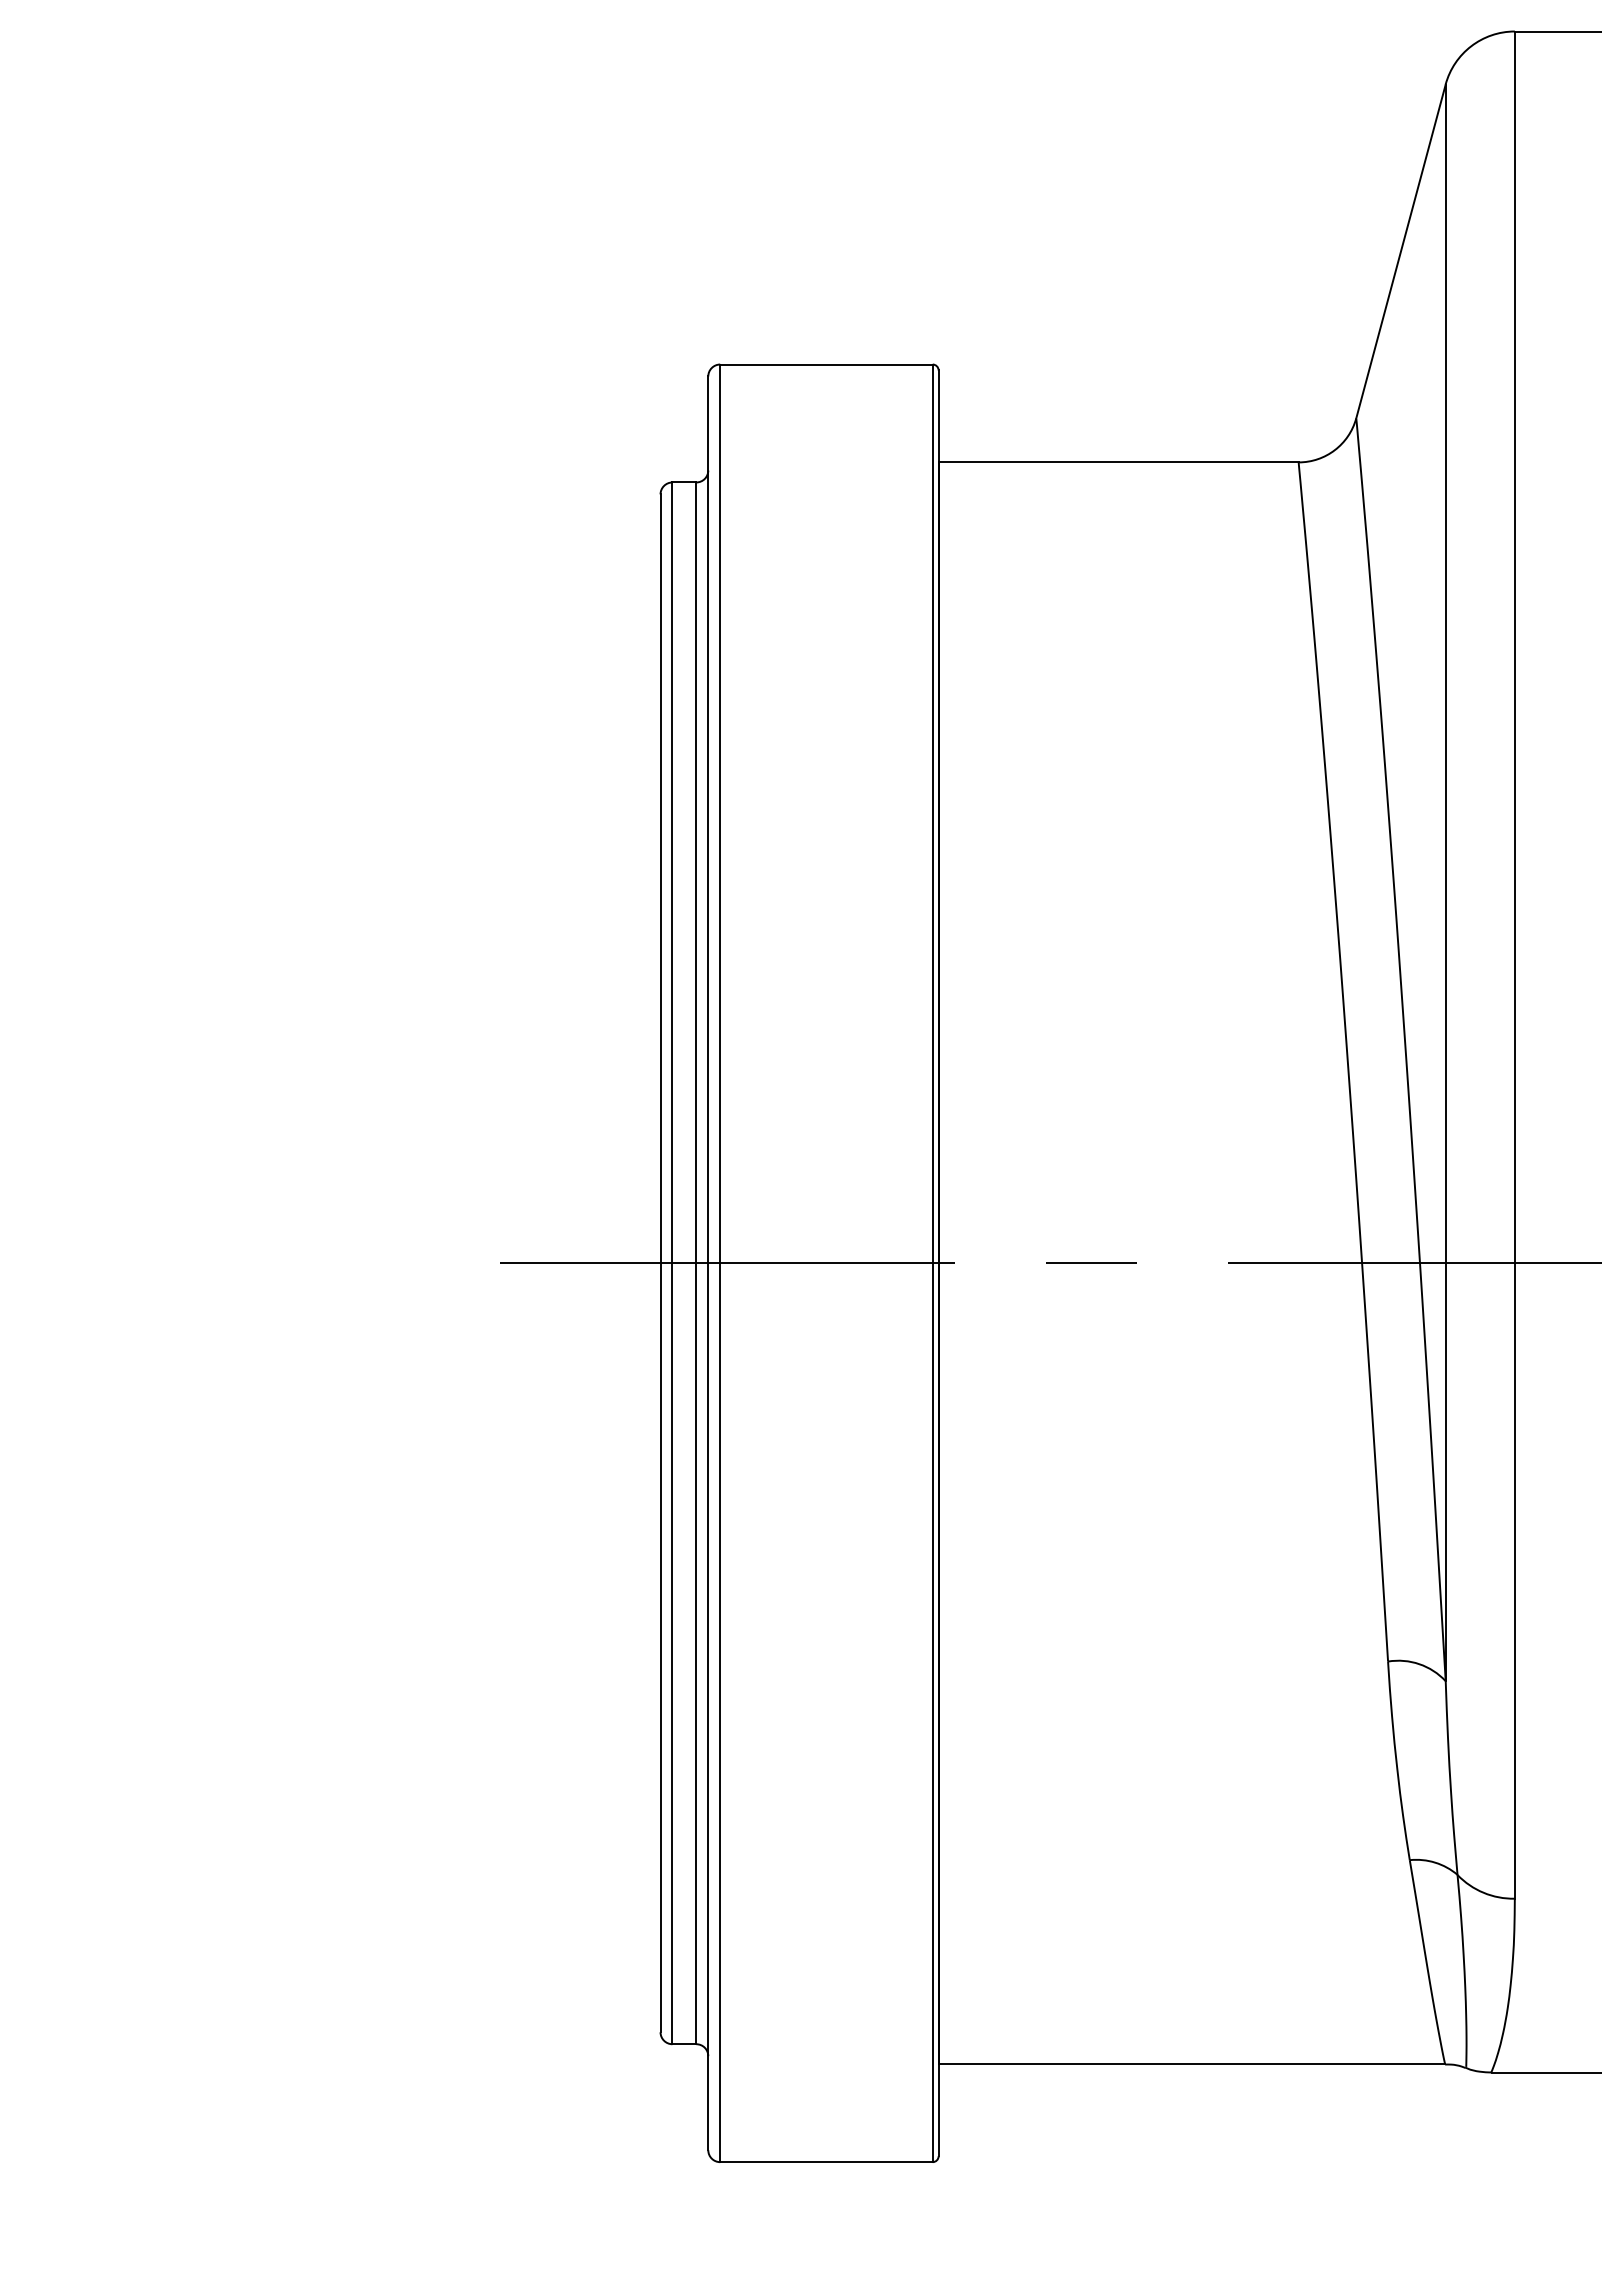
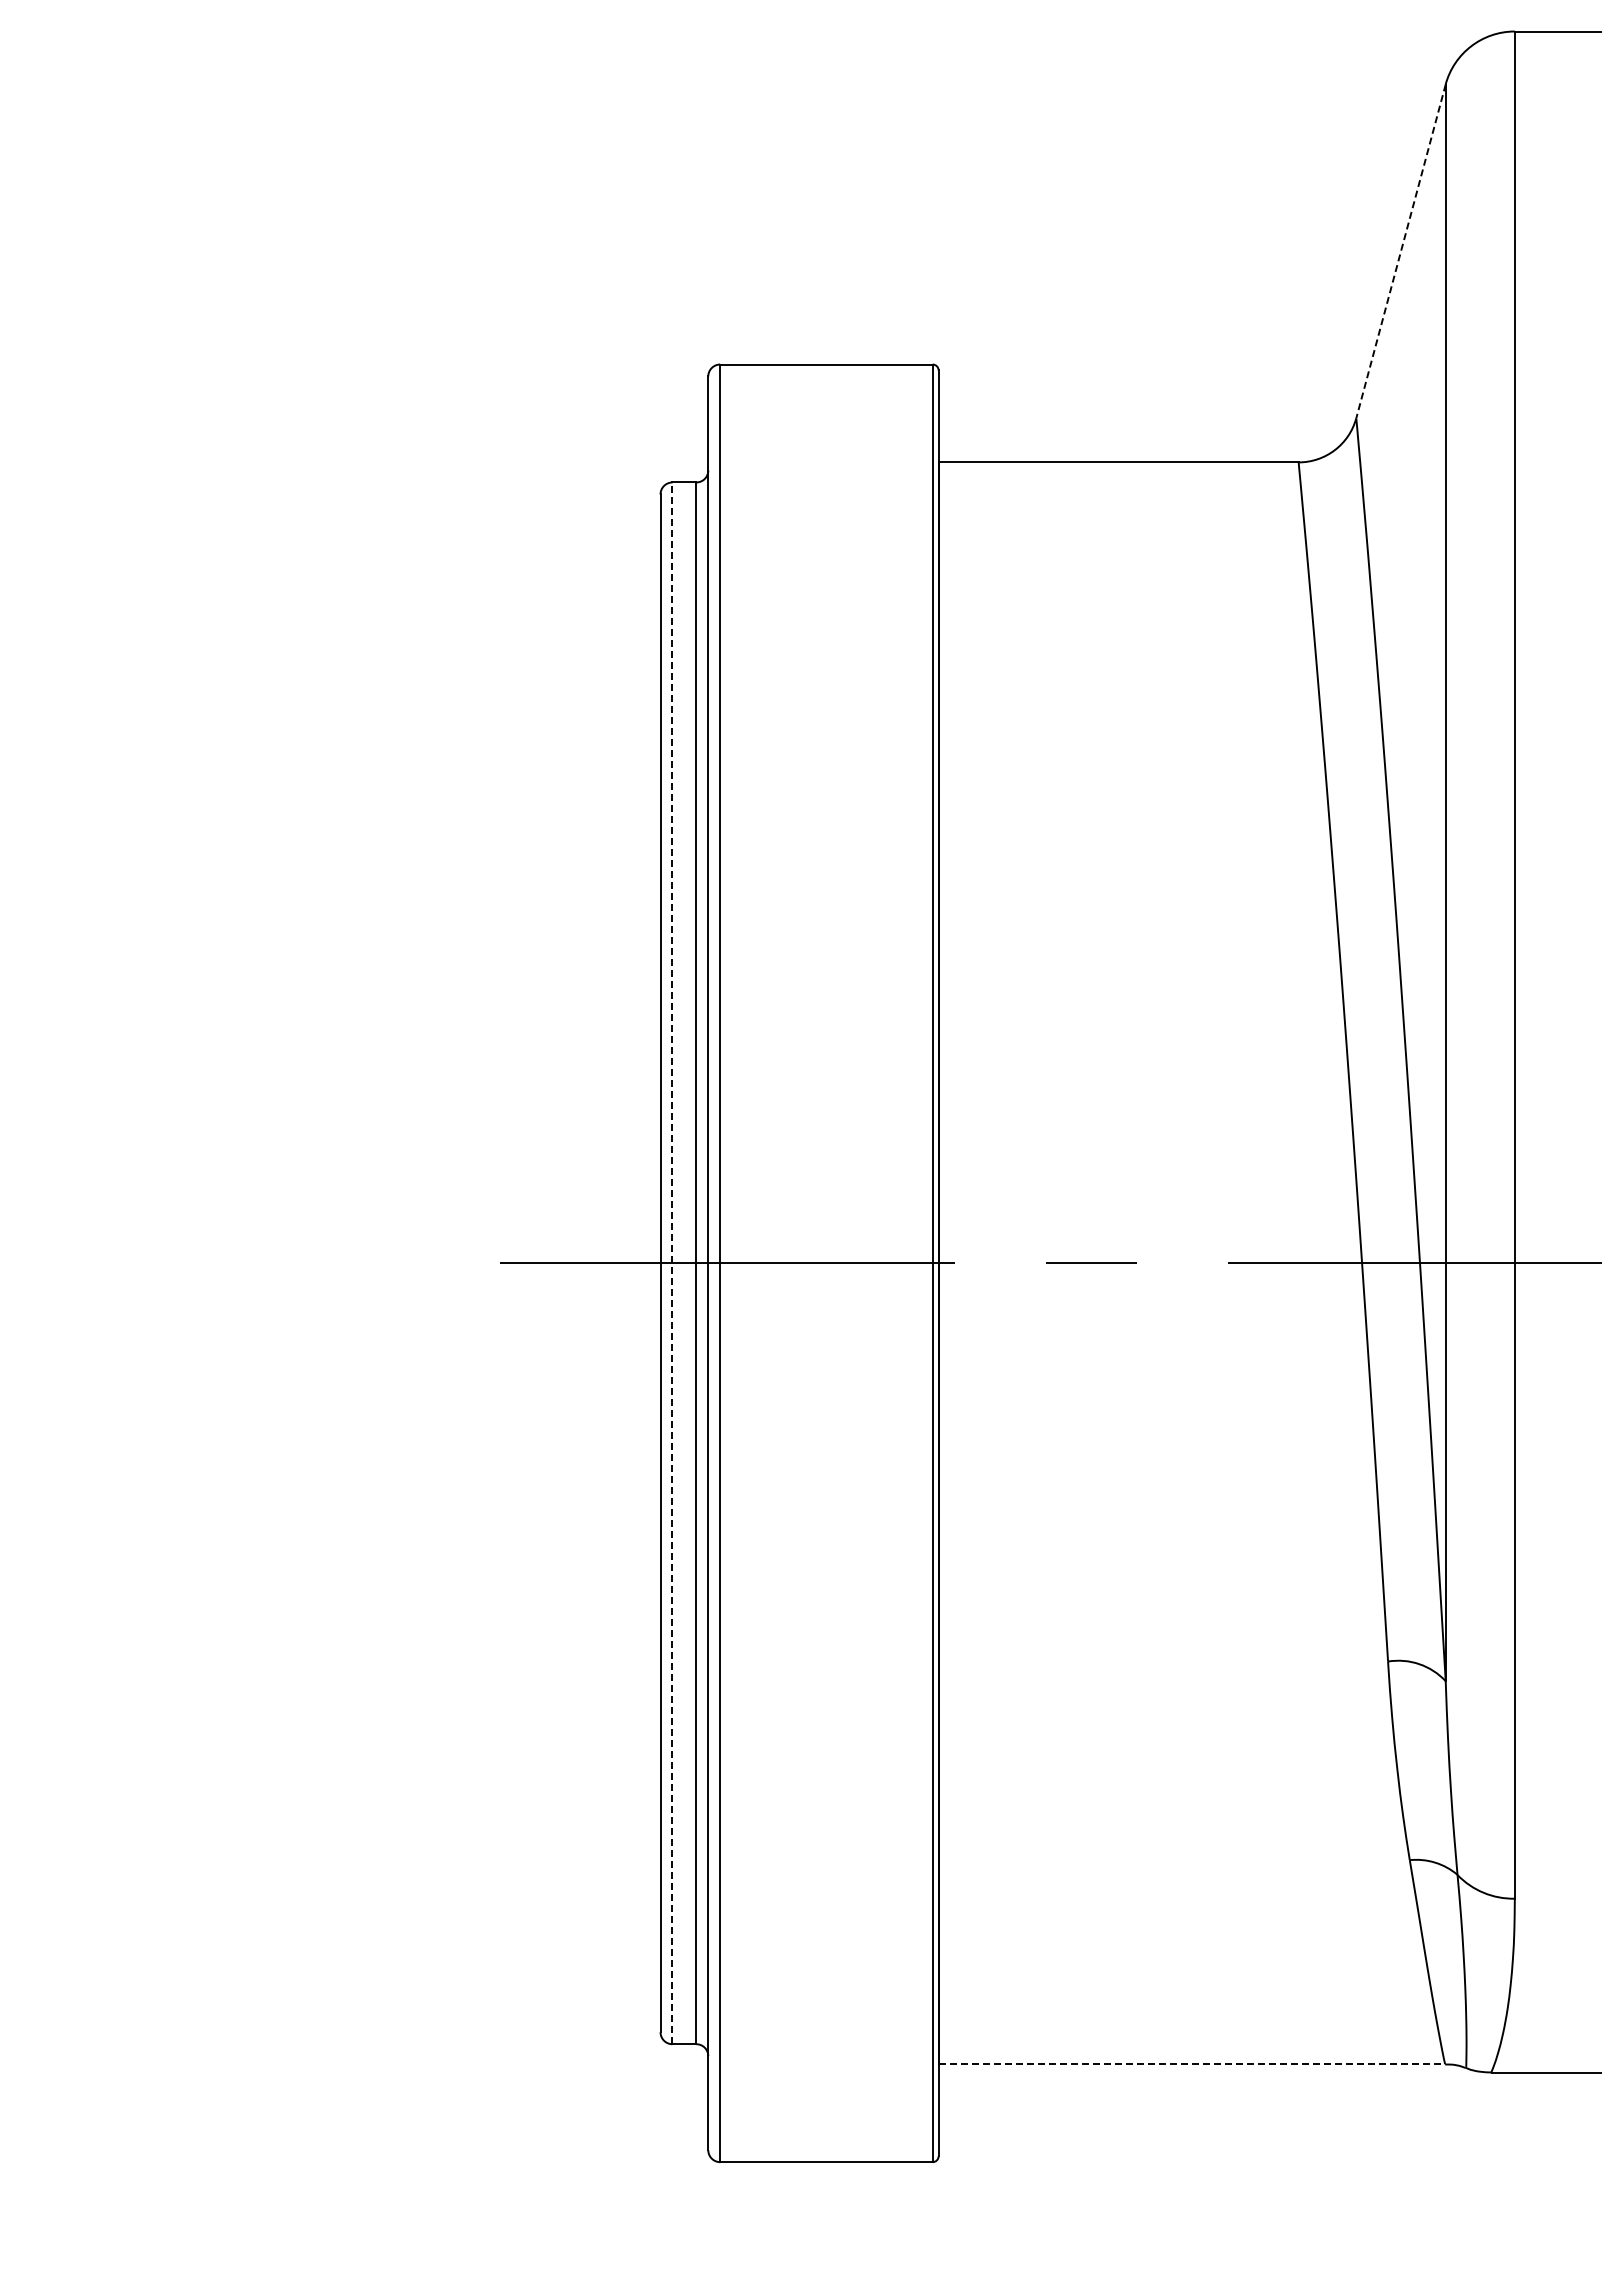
line at (1400, 252): solid -> dashed
line at (672, 1263): solid -> dashed
line at (1192, 2064): solid -> dashed
